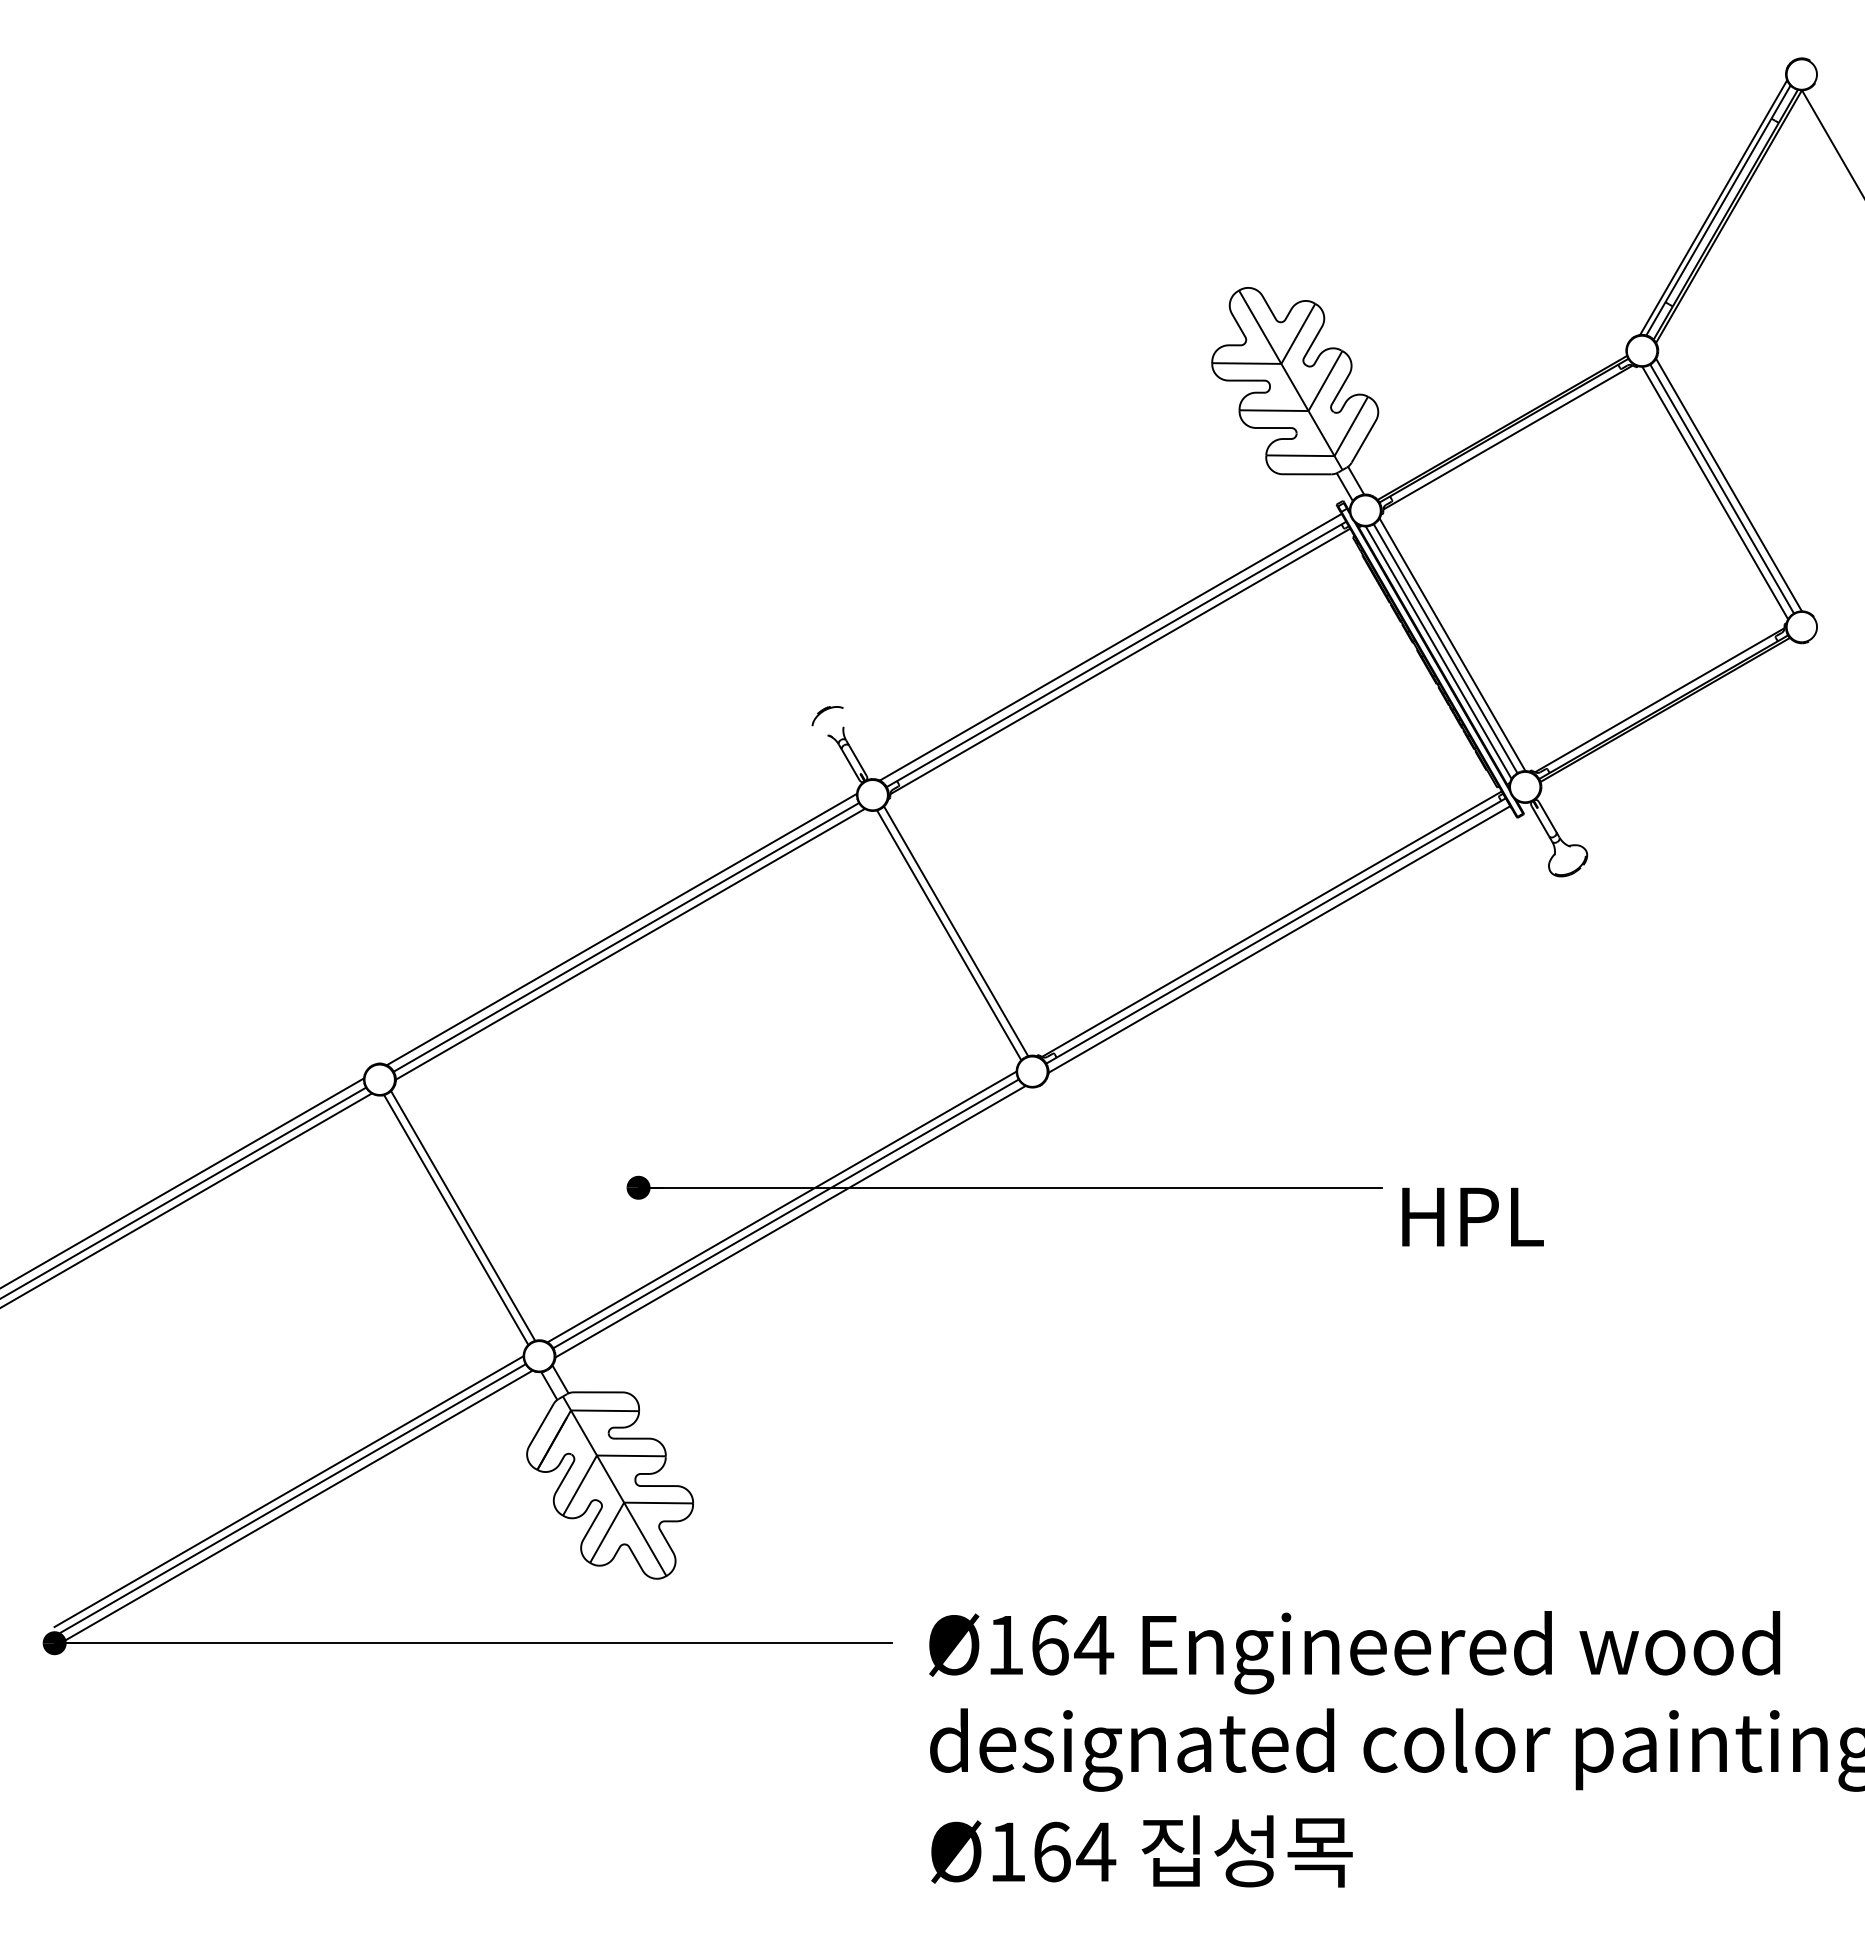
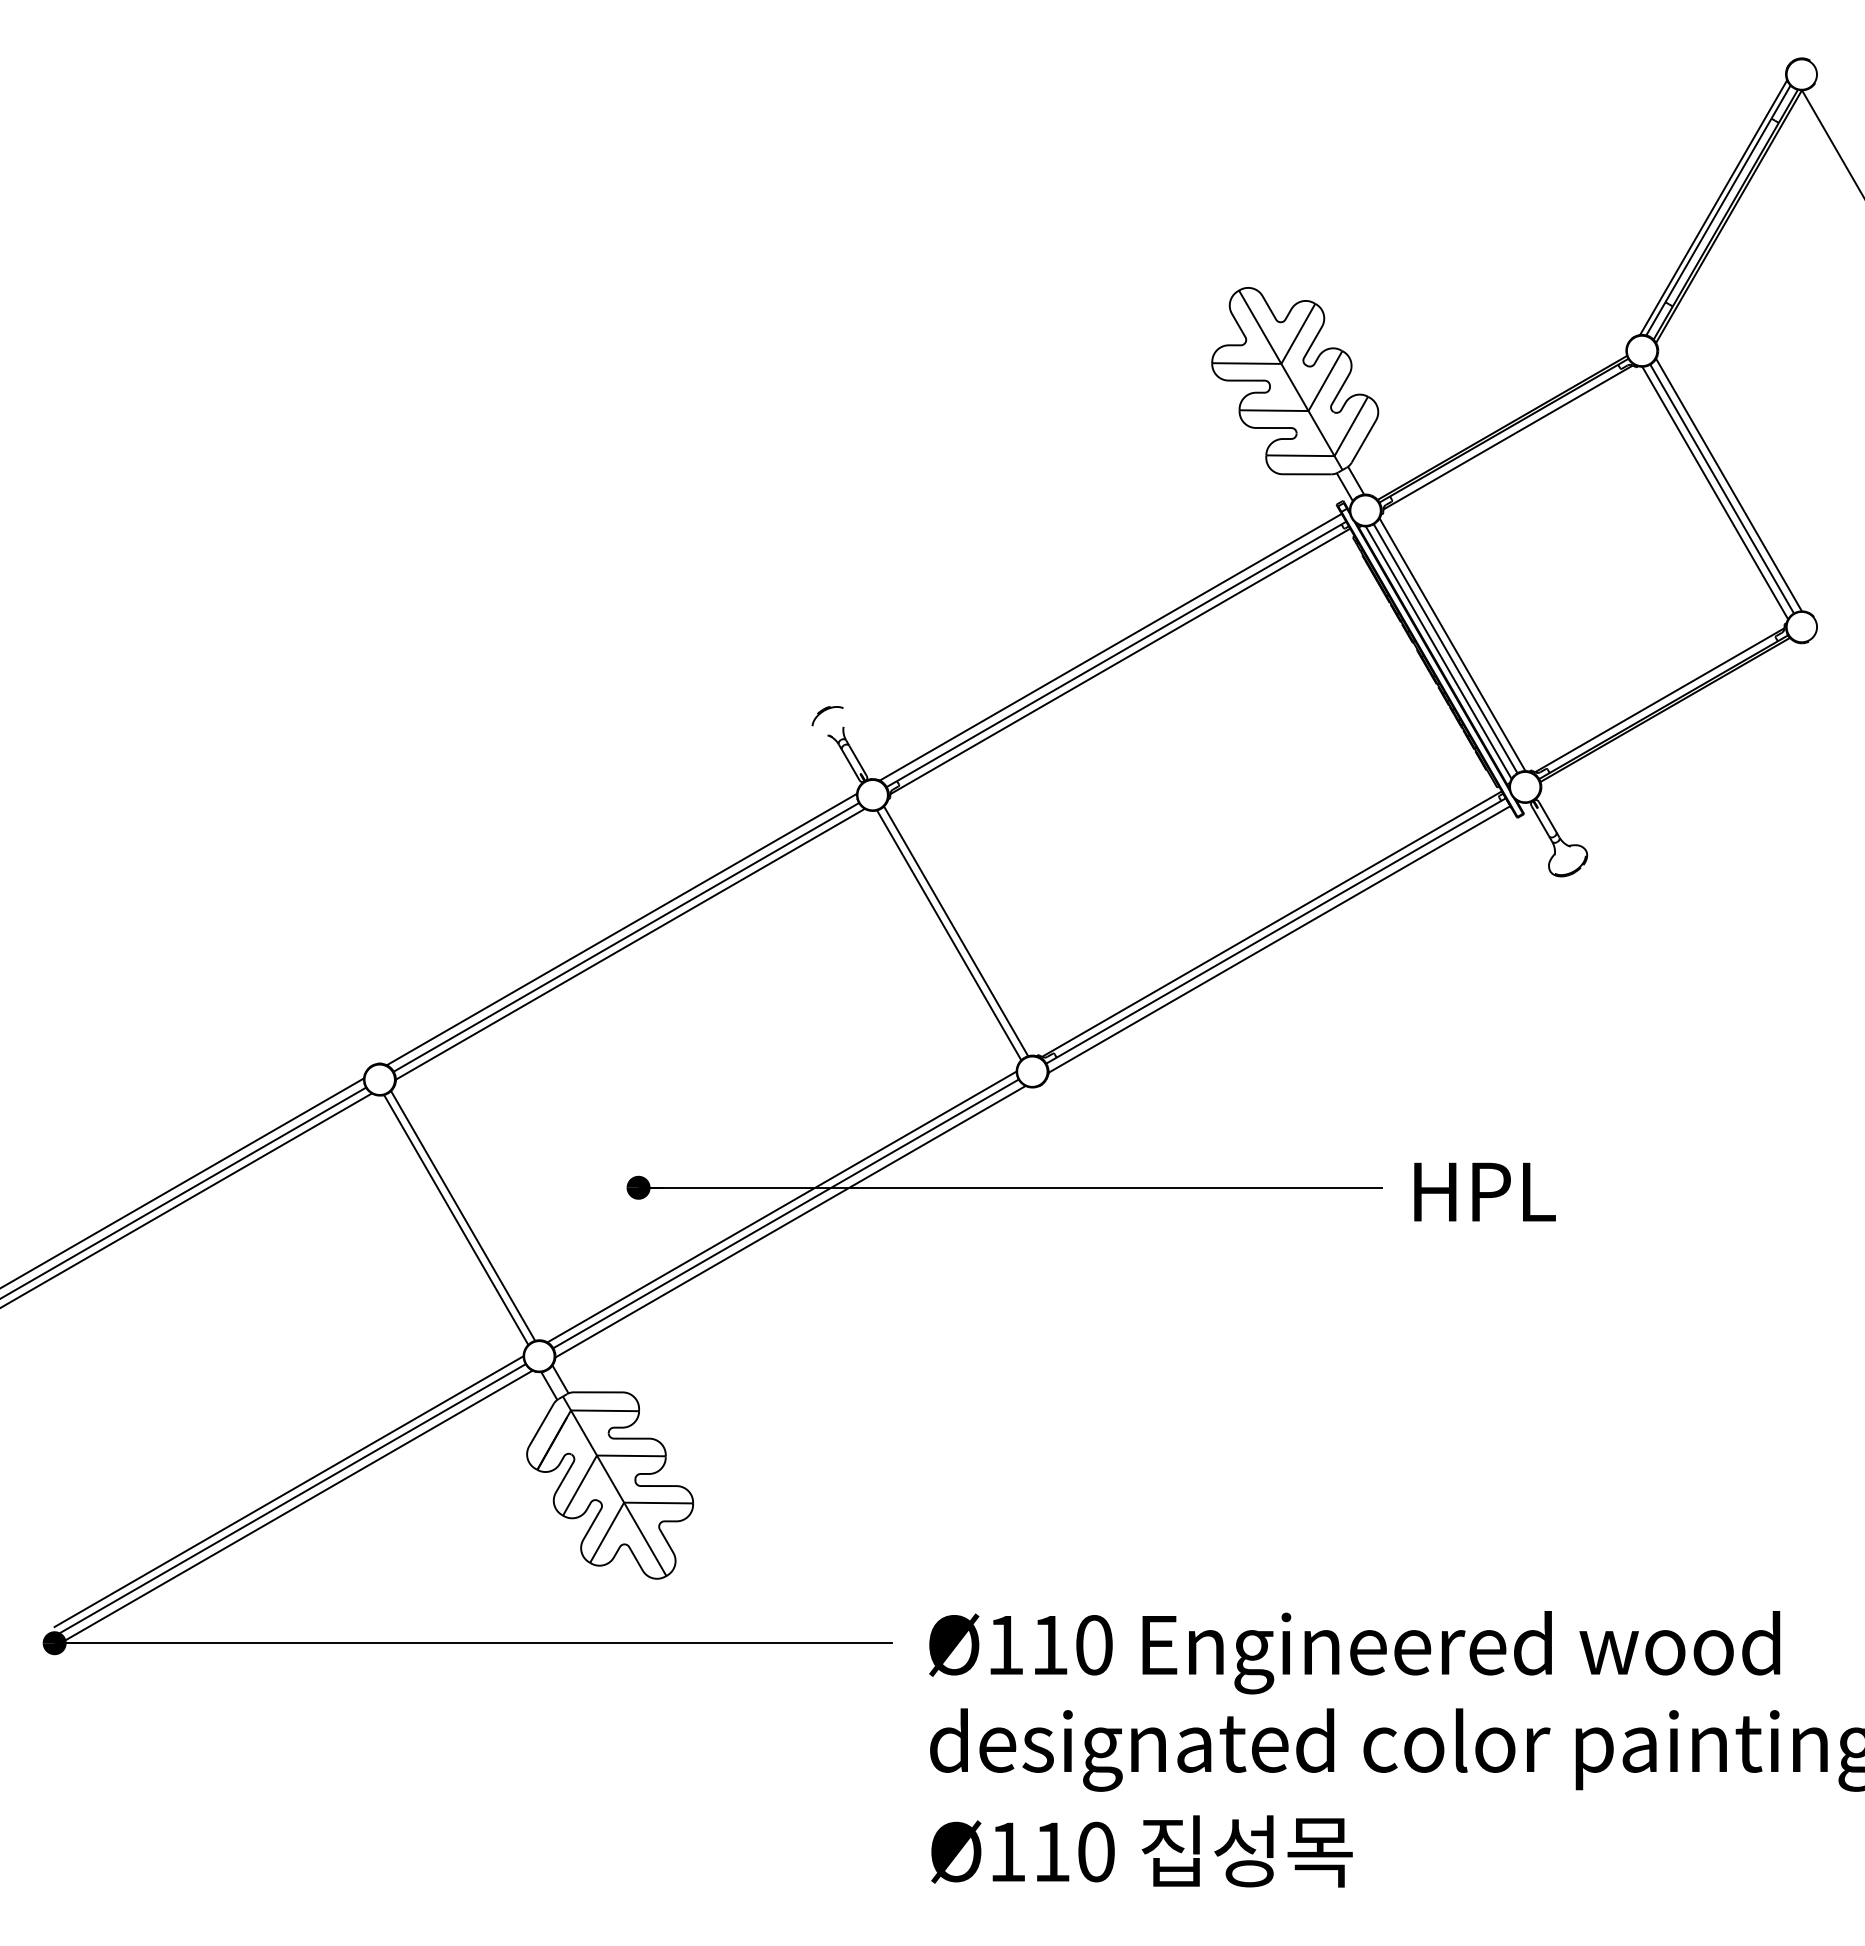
text at (1472, 1216) position: (1472, 1216) -> (1484, 1191)
text at (1073, 1645): Ø164 -> Ø110
text at (1075, 1851): Ø164 -> Ø110
